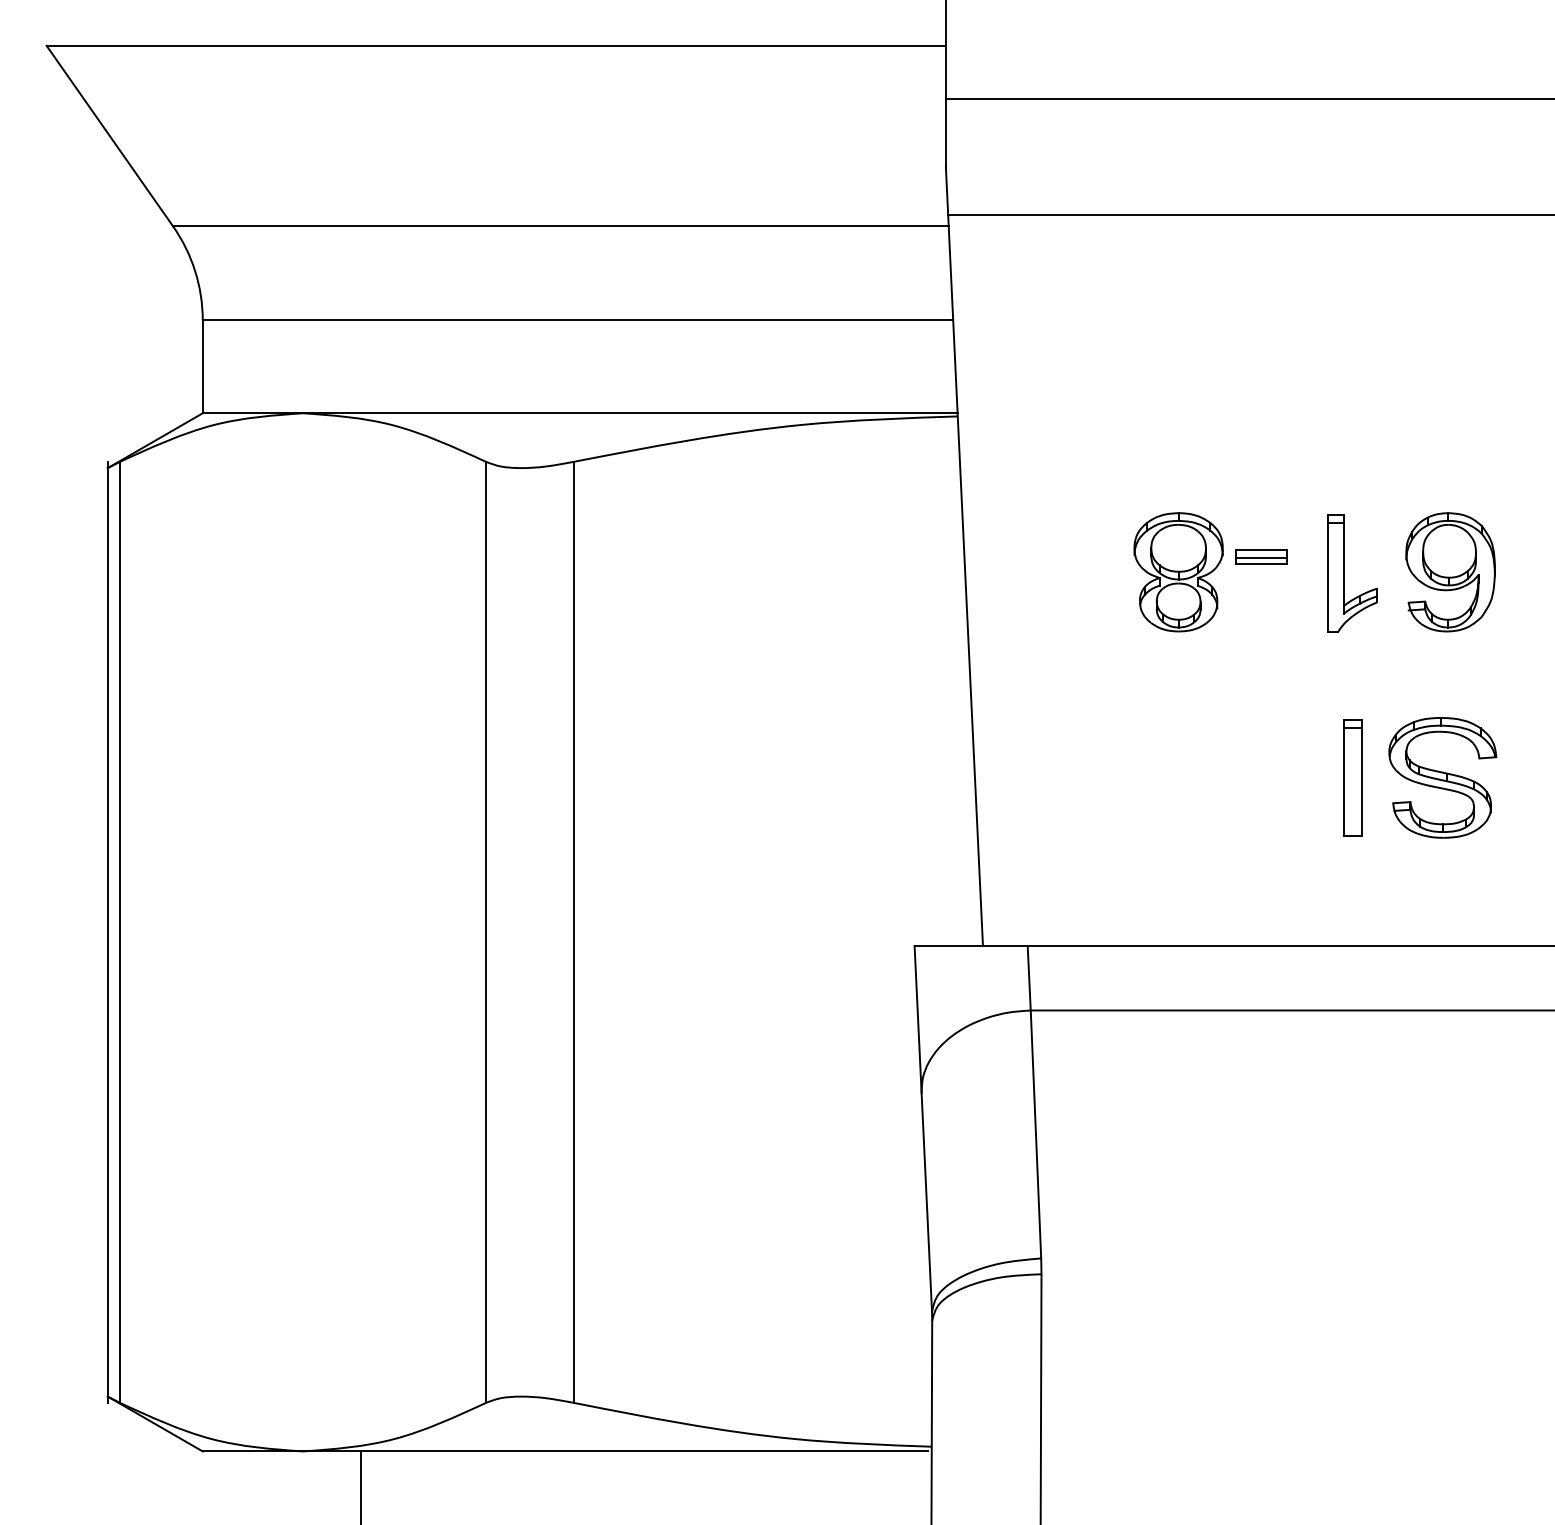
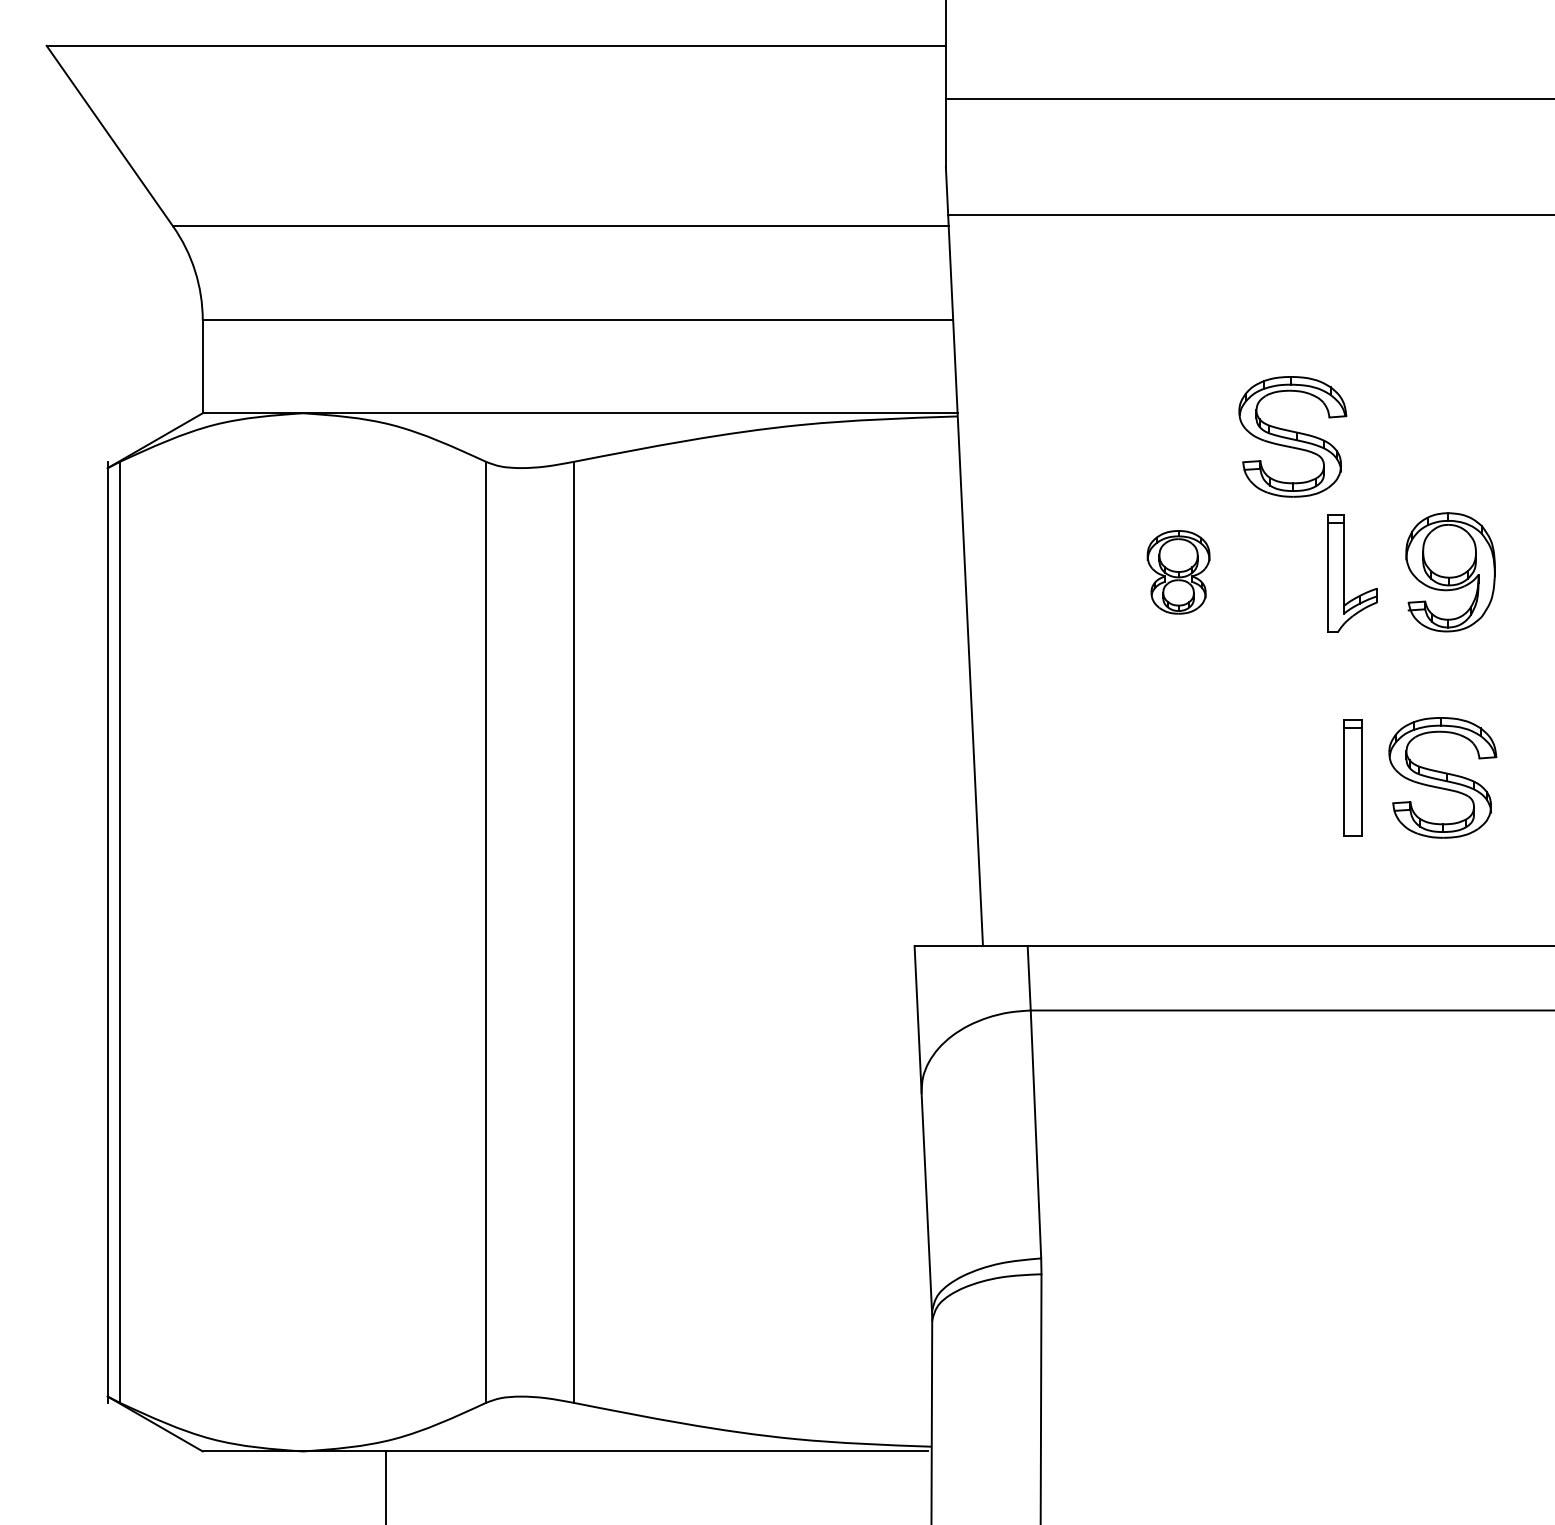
part at (1292, 436): none -> present
part at (1261, 556): present -> none
part at (1178, 572) size: 91x121 px -> 65x85 px
line at (361, 1486) position: (361, 1486) -> (386, 1486)
